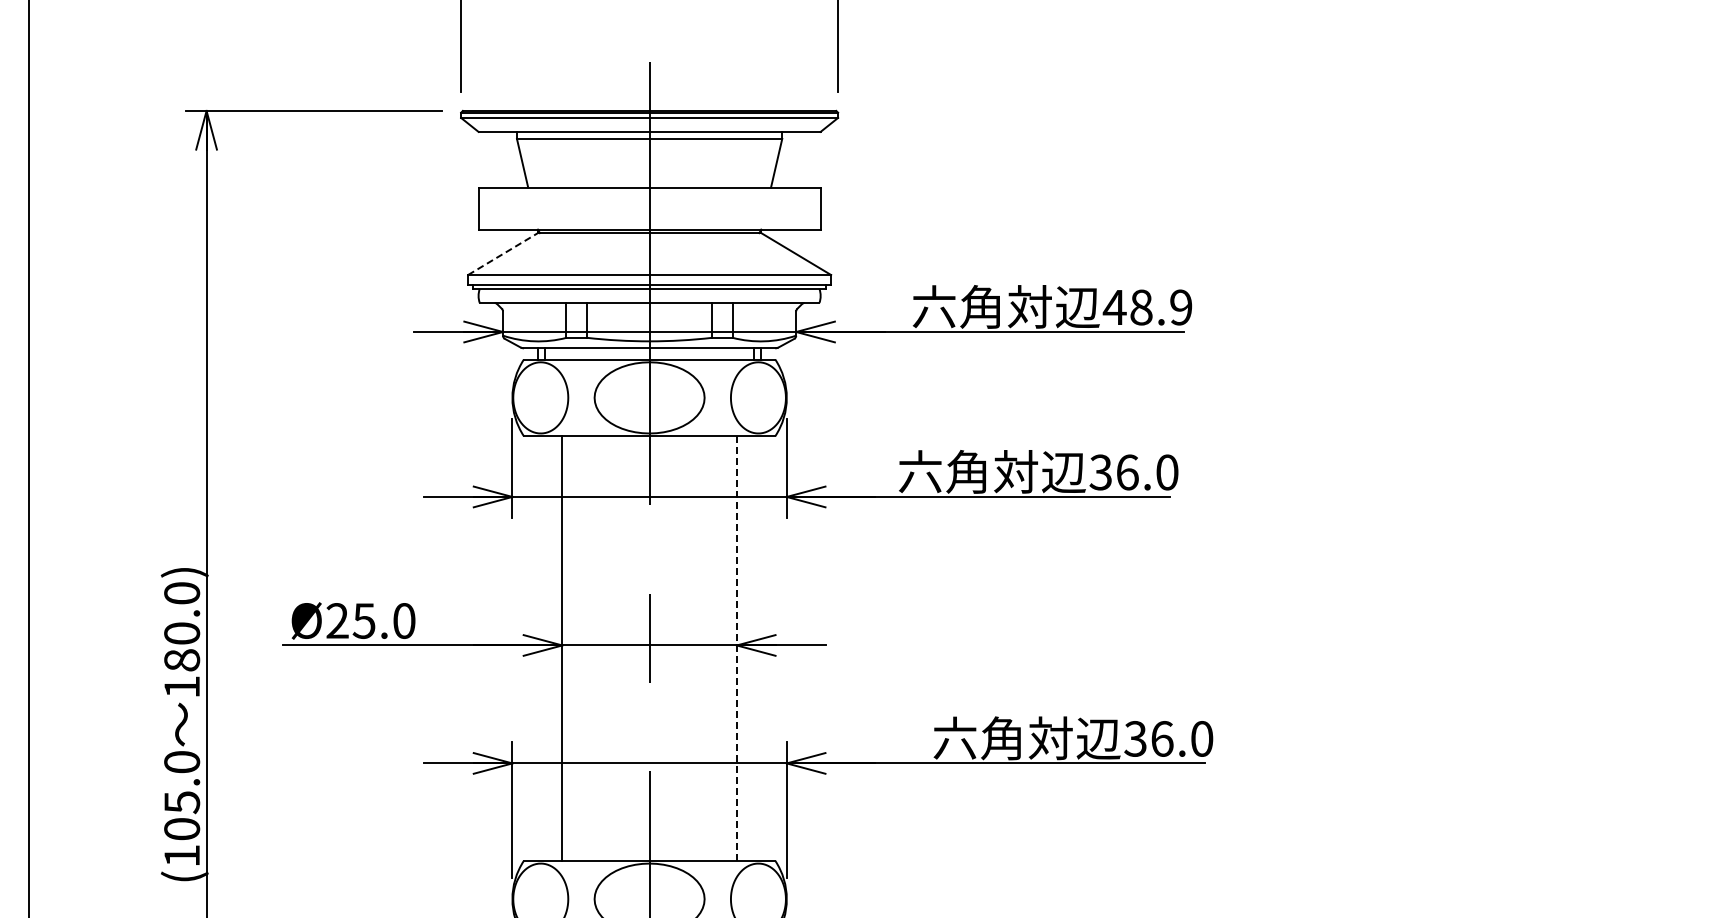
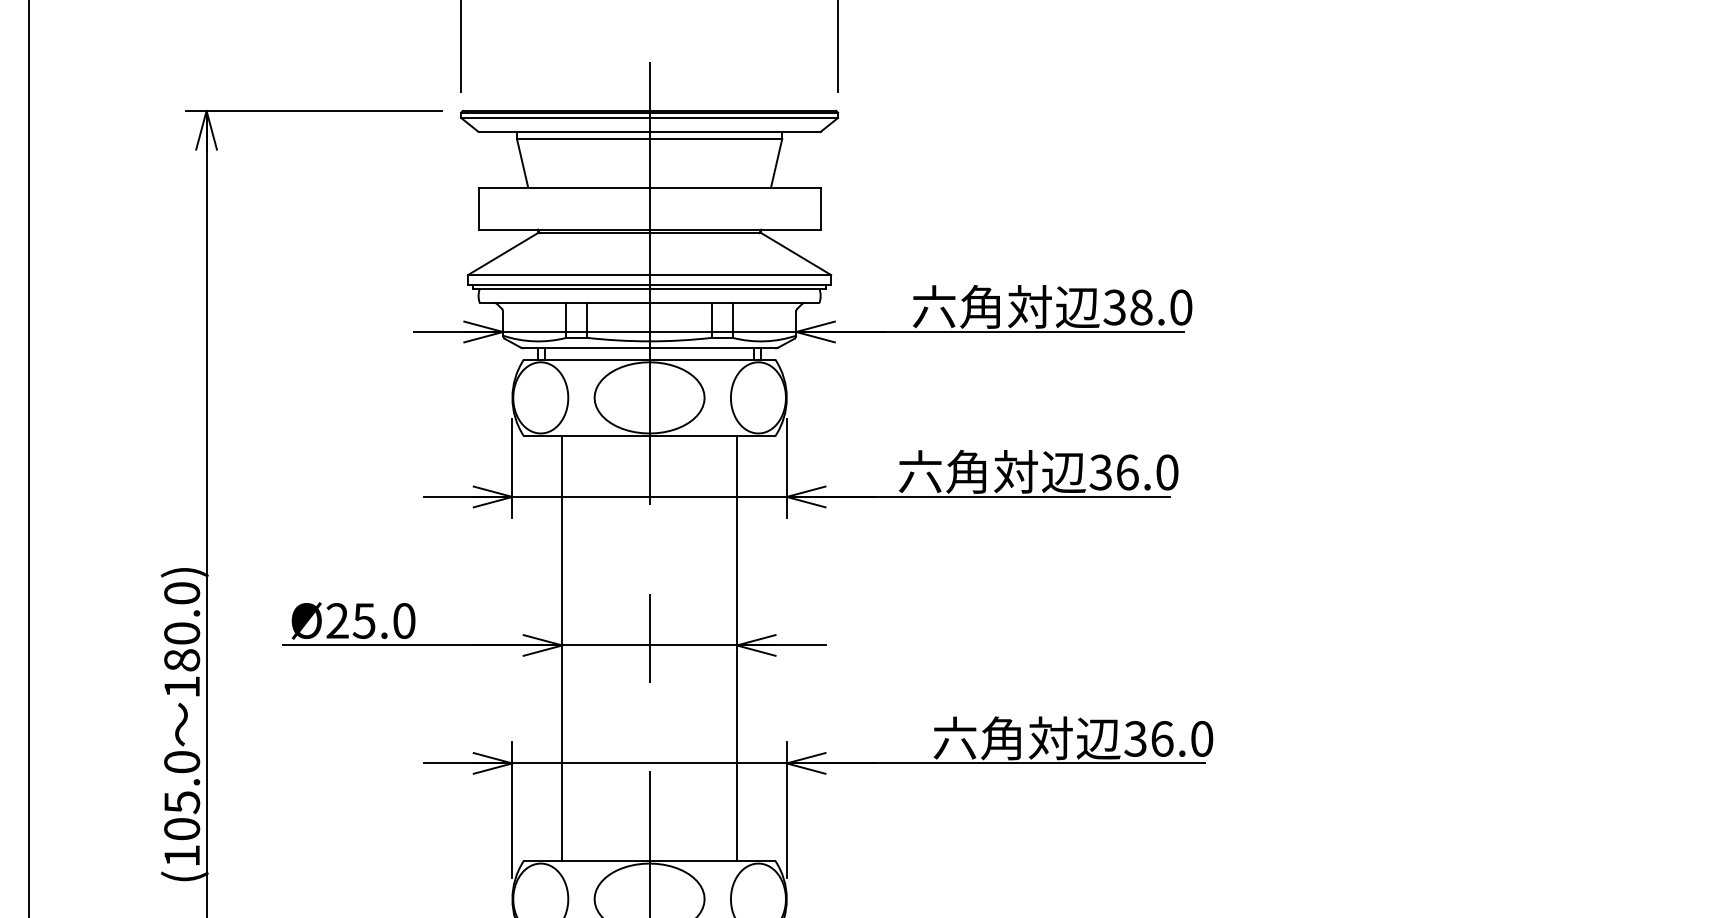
line at (503, 254): dashed -> solid
text at (1147, 307): 48.9 -> 38.0
line at (736, 648): dashed -> solid
